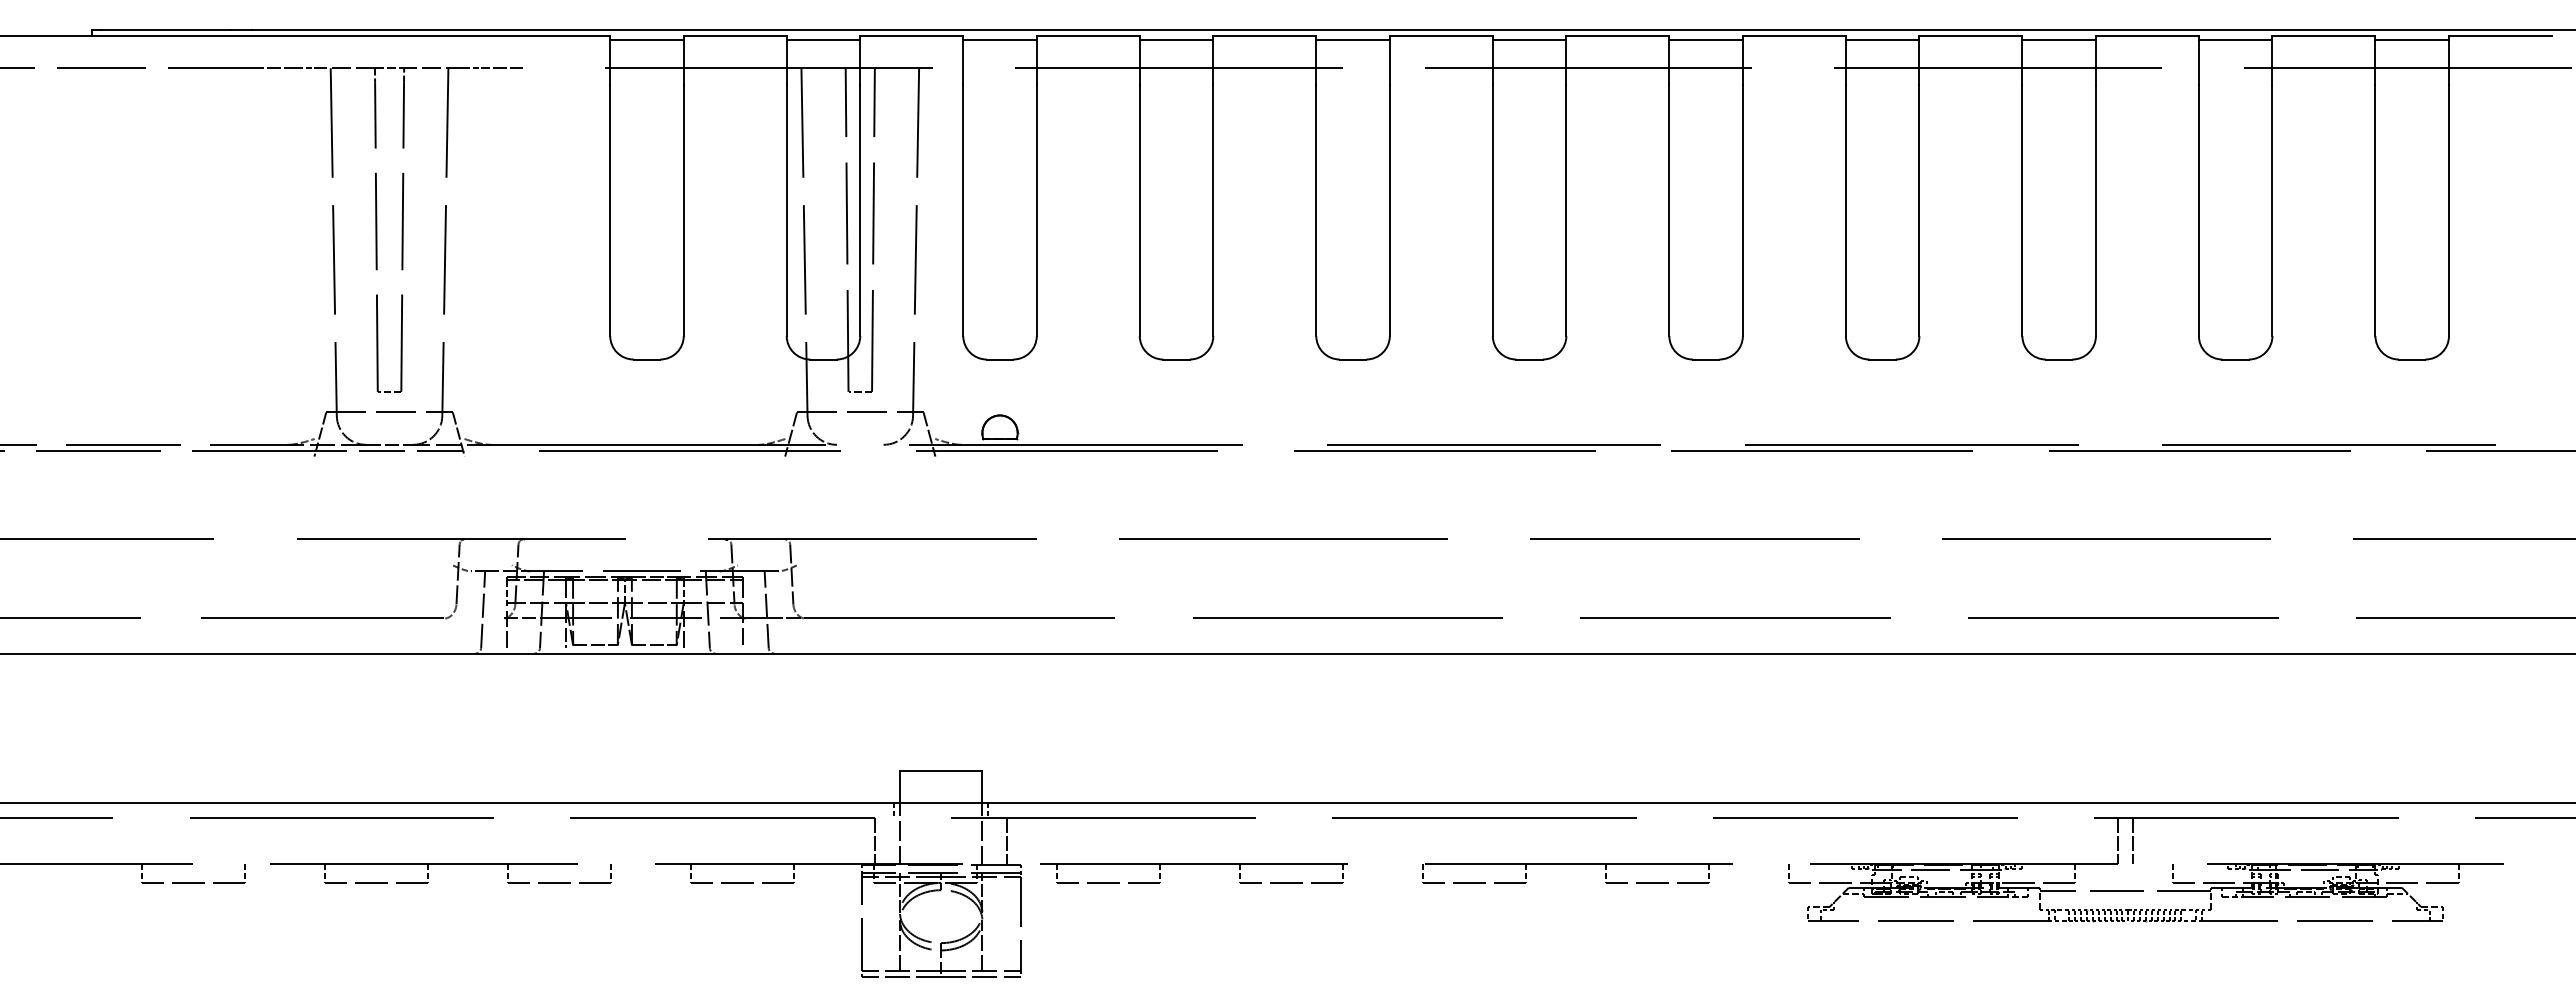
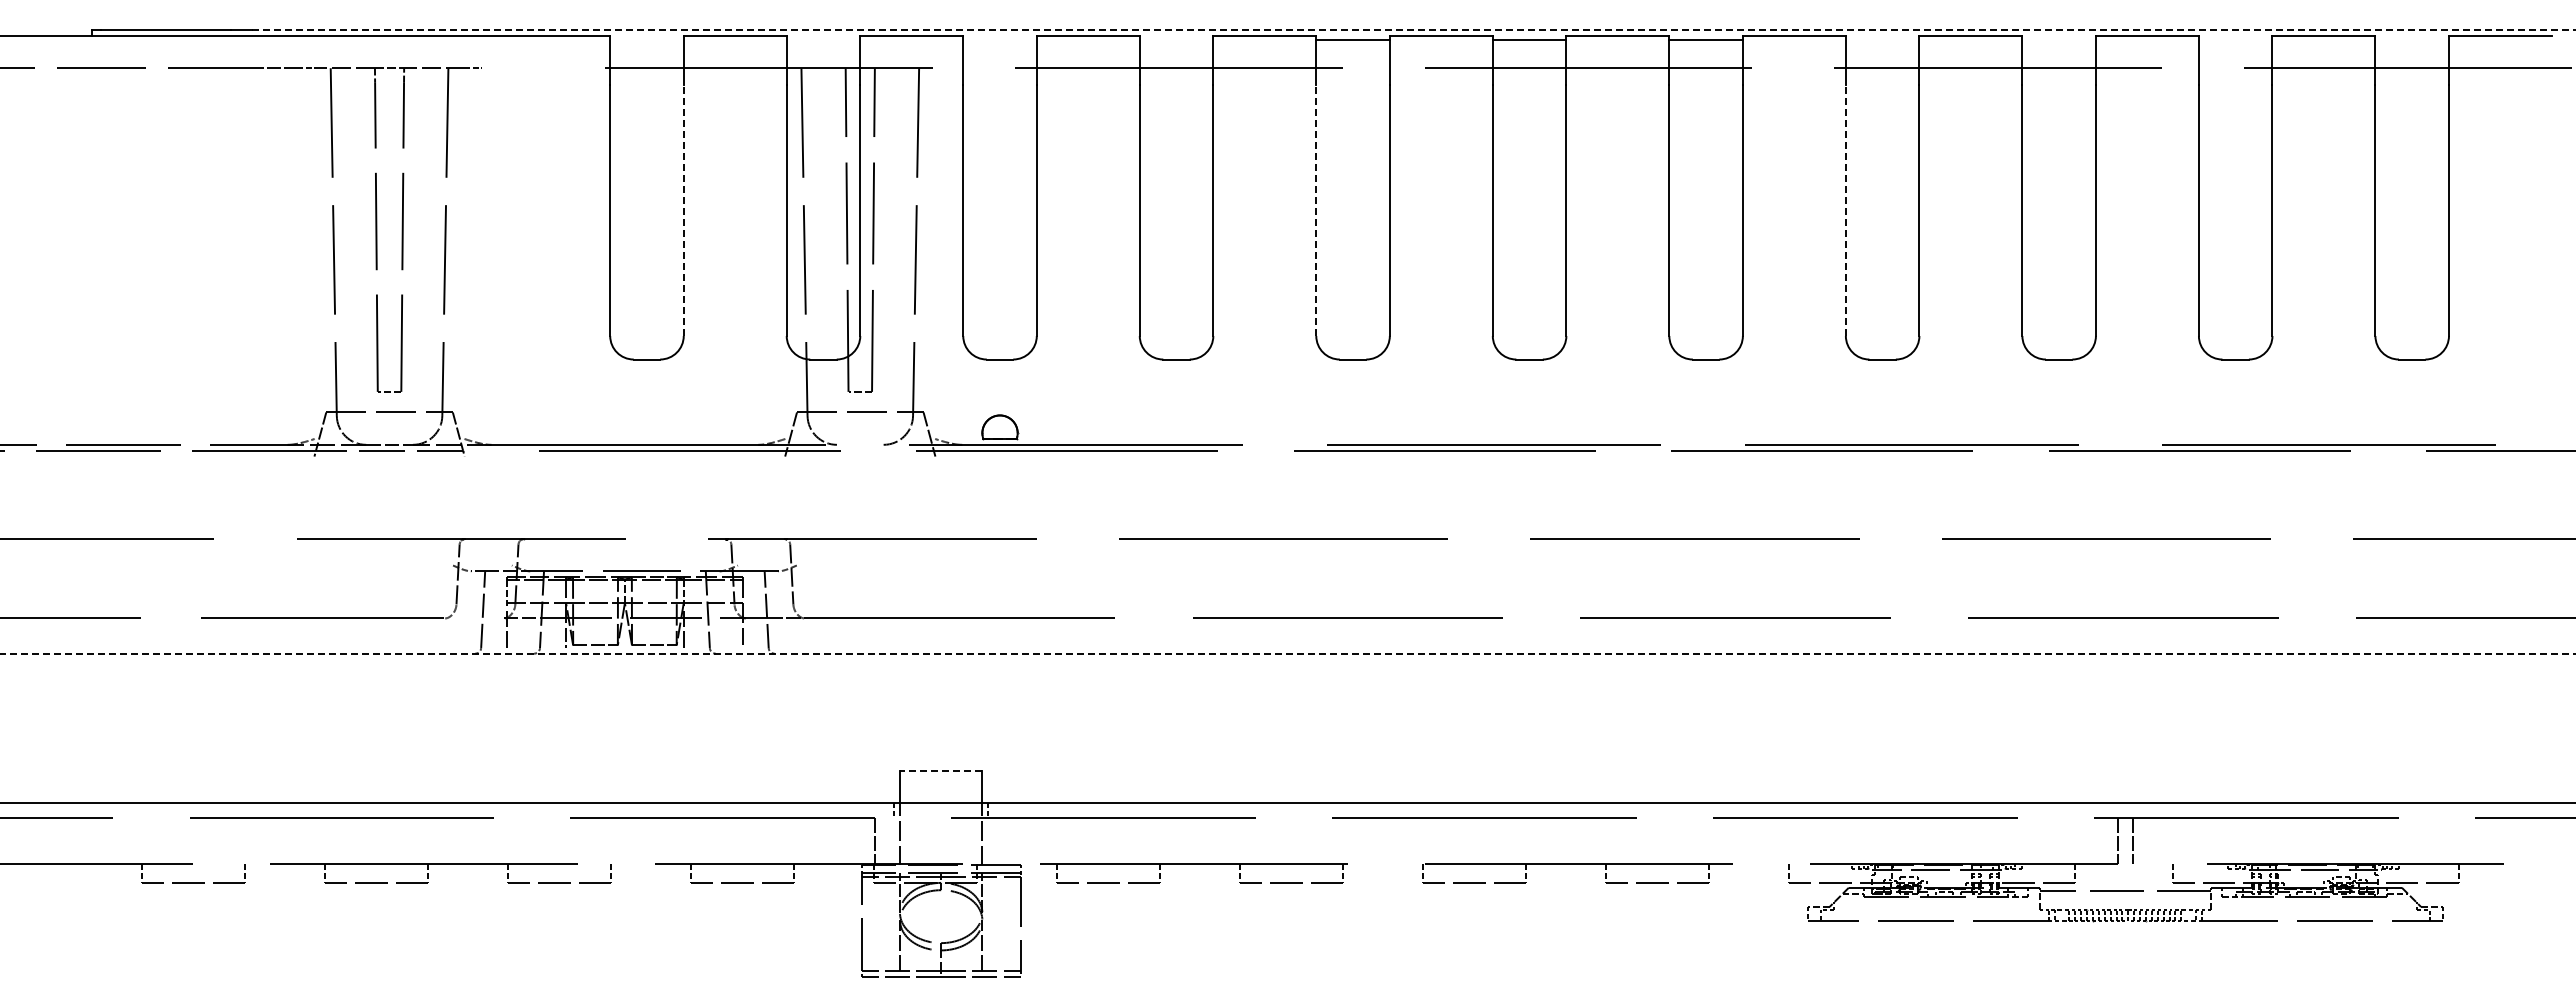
line at (1413, 30): solid -> dashed
line at (646, 40): present -> none
line at (823, 40): present -> none
line at (999, 40): present -> none
line at (1176, 40): present -> none
line at (1882, 40): present -> none
line at (2058, 40): present -> none
line at (2235, 40): present -> none
line at (2411, 40): present -> none
line at (502, 68): present -> none
line at (683, 210): solid -> dashed
line at (1316, 210): solid -> dashed
line at (1845, 210): solid -> dashed
line at (1287, 653): solid -> dashed
line at (940, 771): solid -> dashed
line at (1007, 841): present -> none
